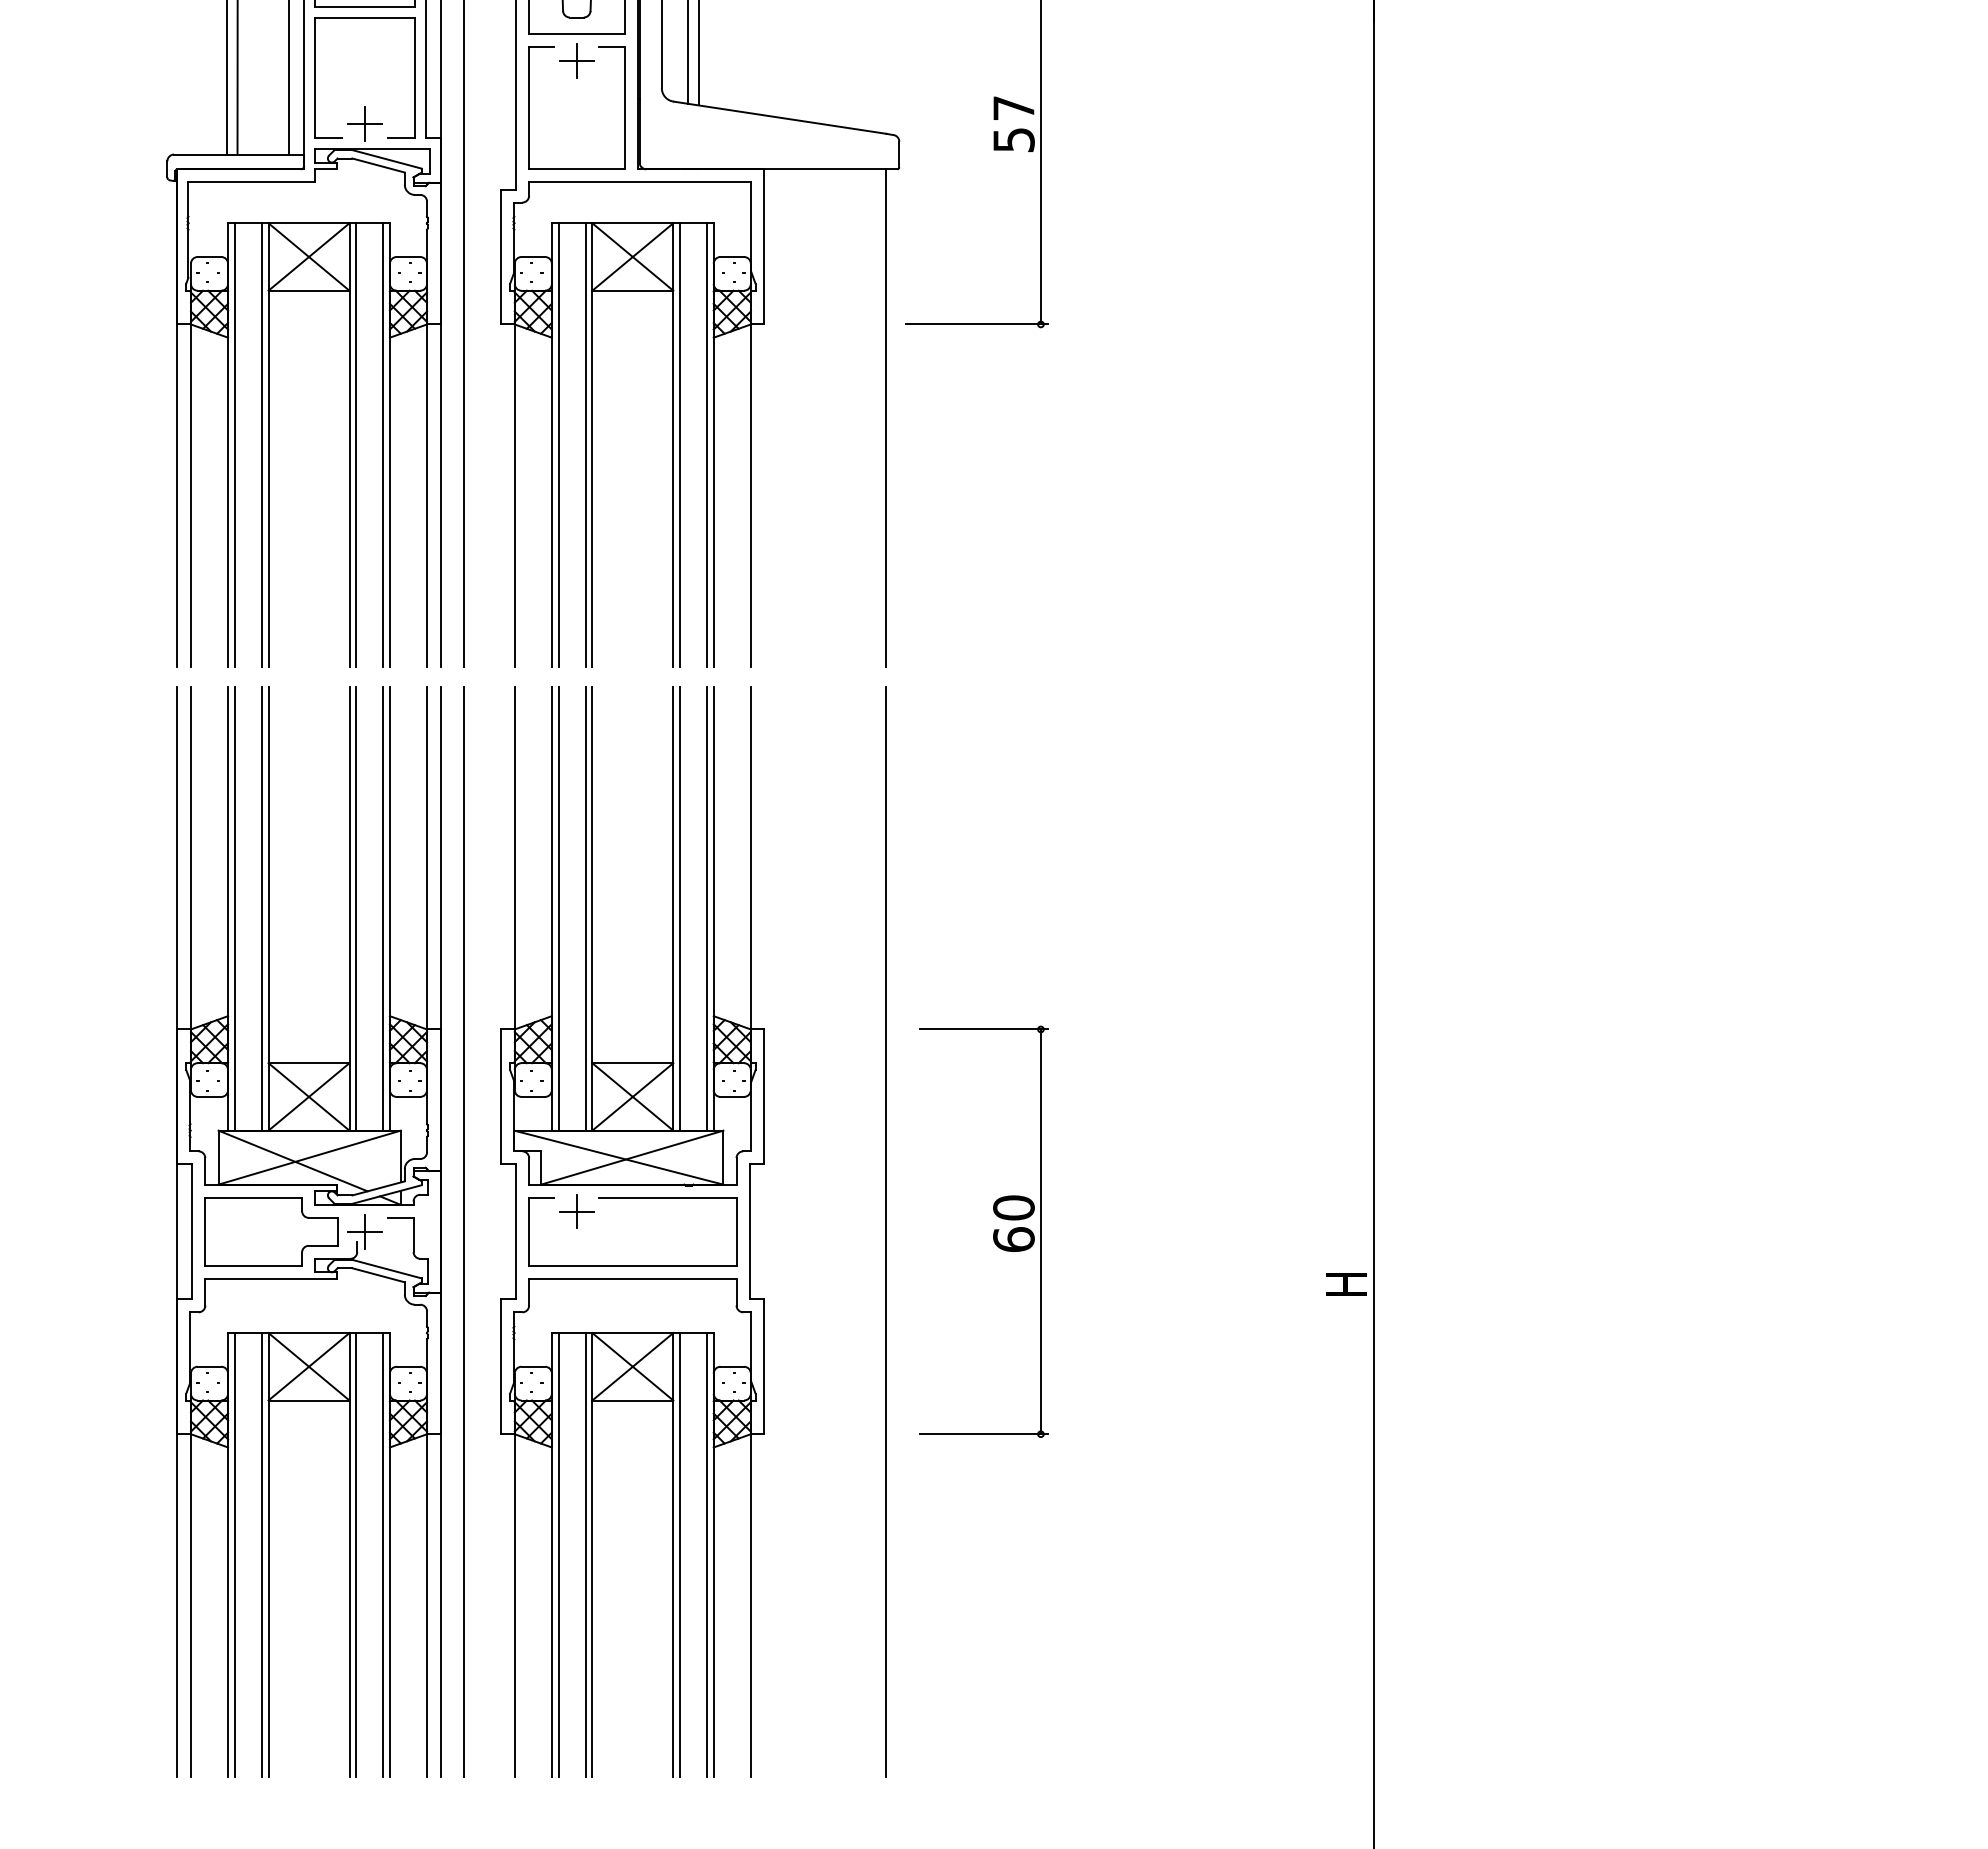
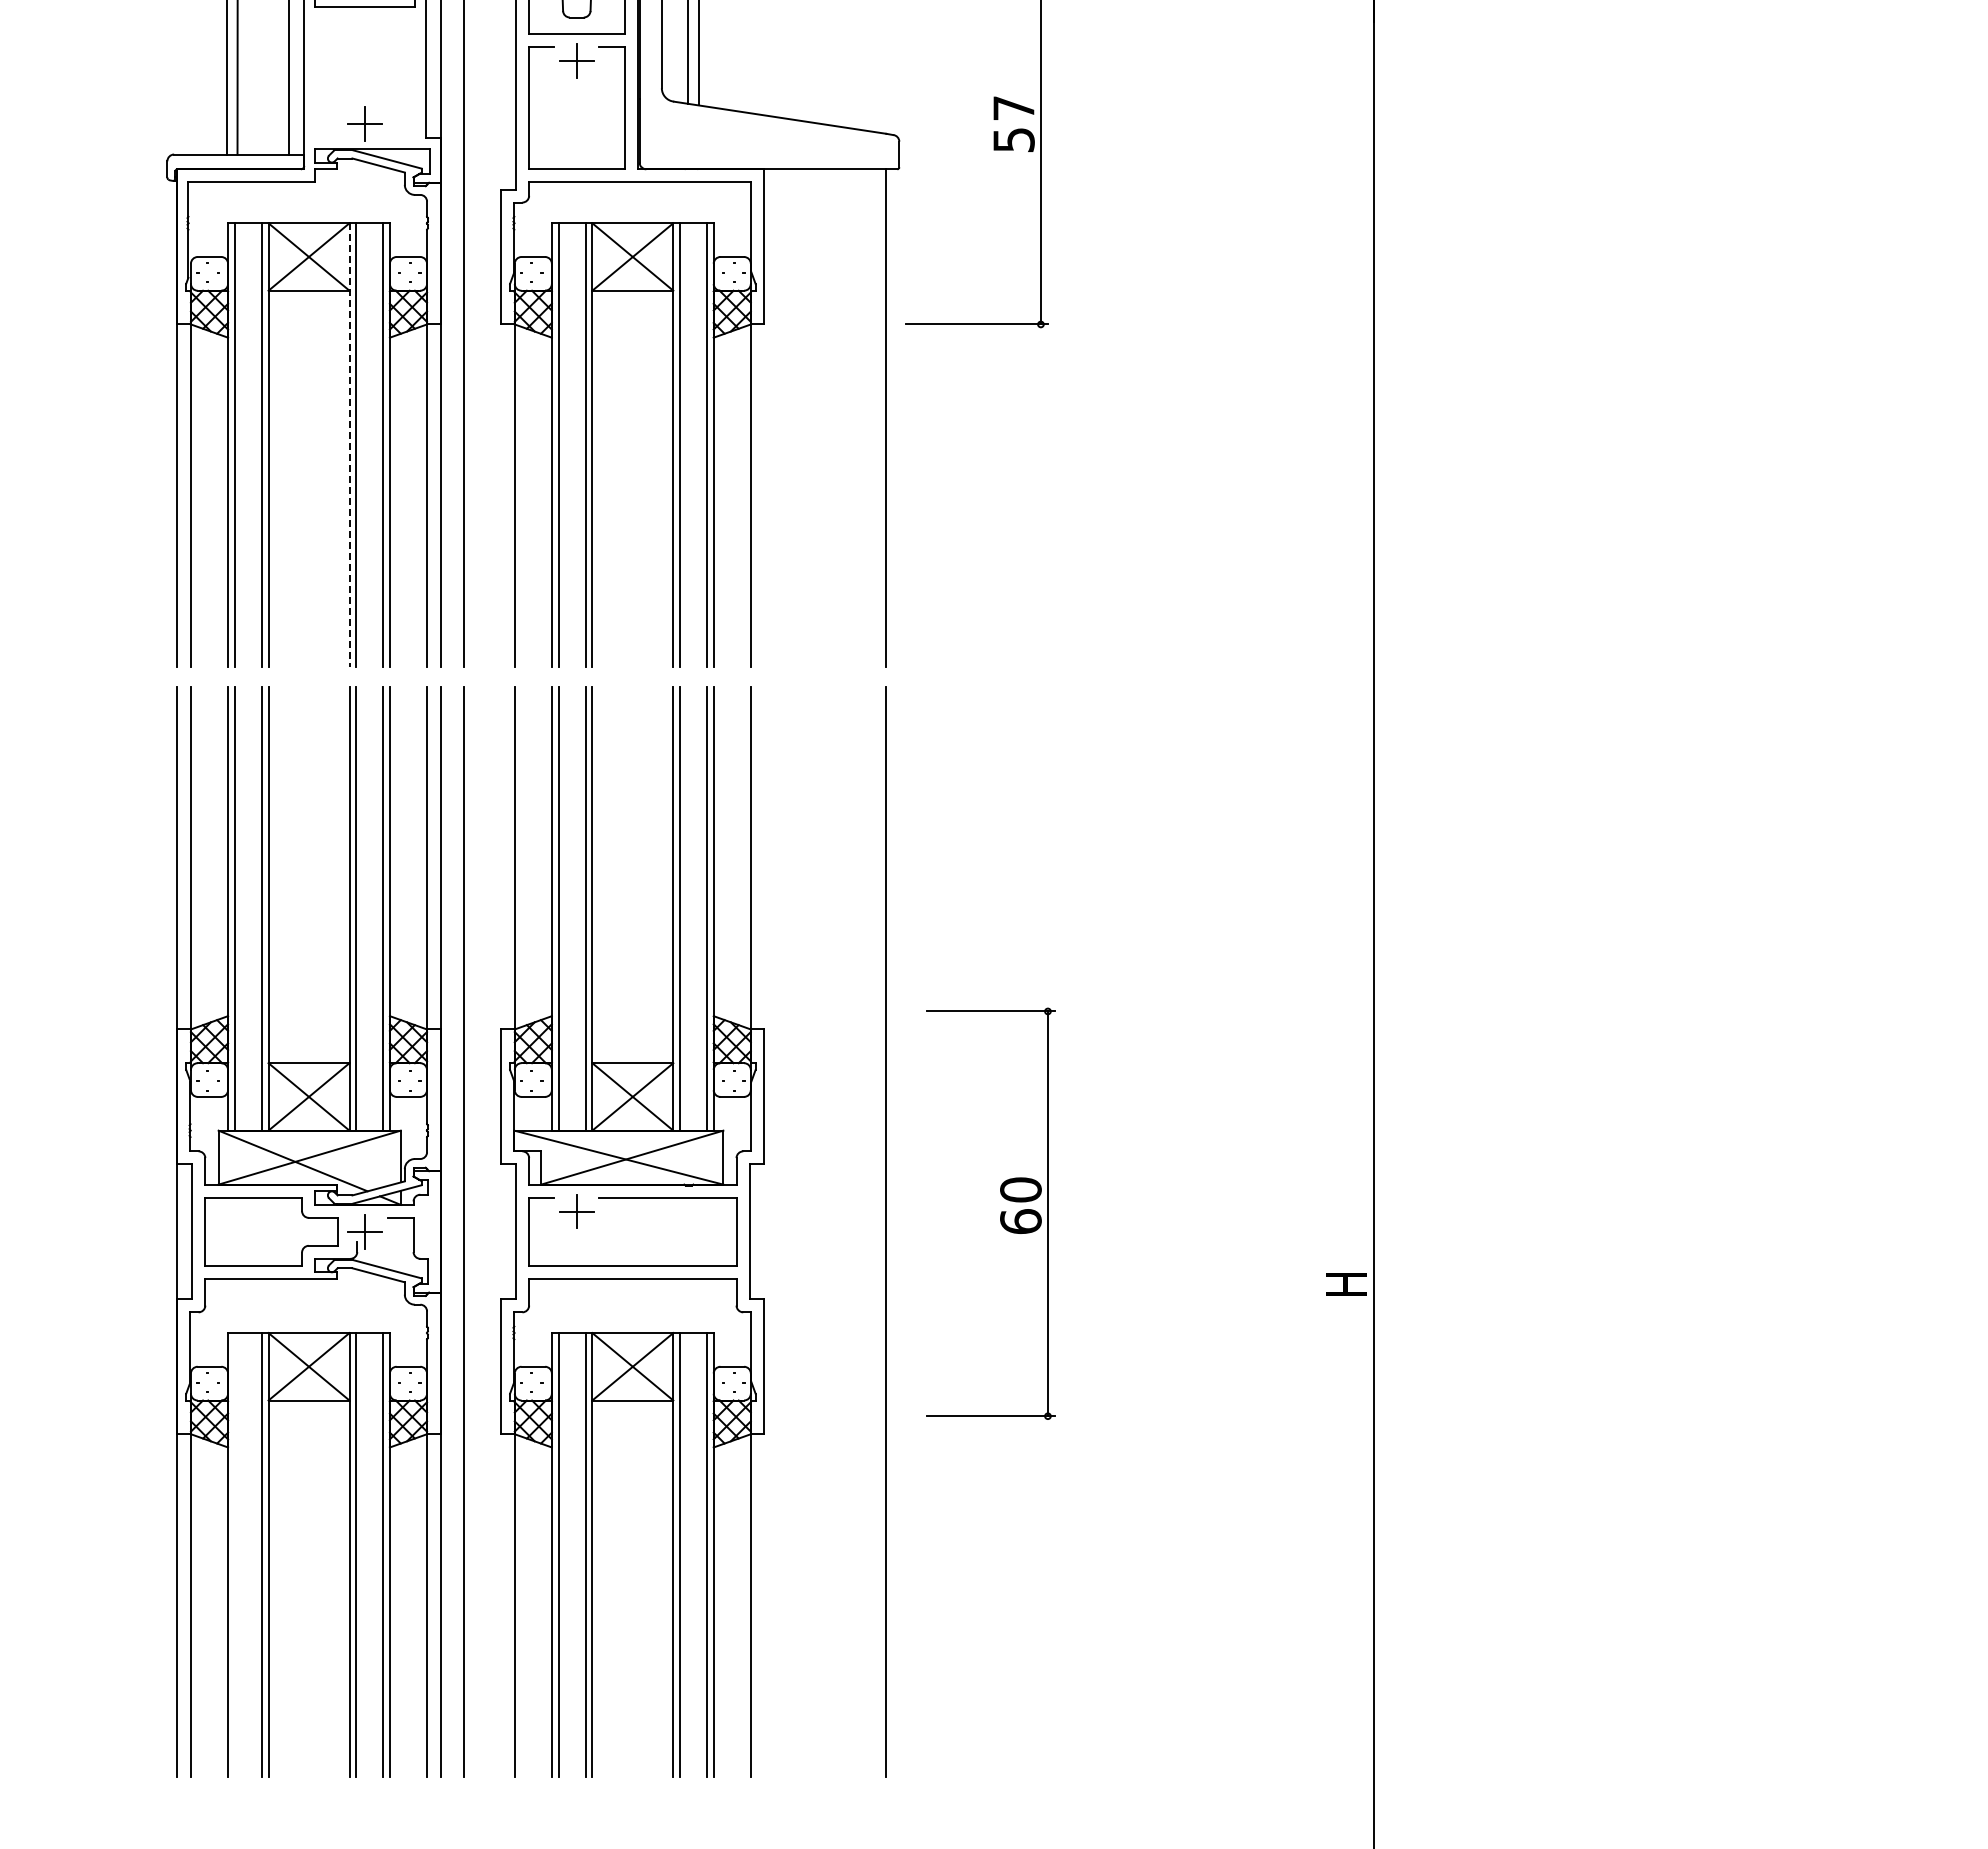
part at (315, 77): present -> none
line at (349, 445): solid -> dashed
part at (993, 1231) position: (993, 1231) -> (1000, 1213)
line at (234, 1554): present -> none
